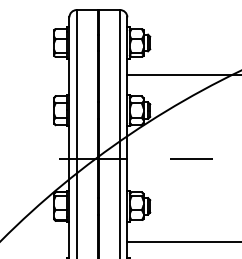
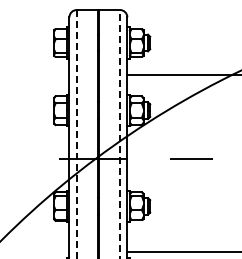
line at (76, 134): solid -> dashed
line at (120, 134): solid -> dashed
line at (182, 241) position: (182, 241) -> (182, 251)
